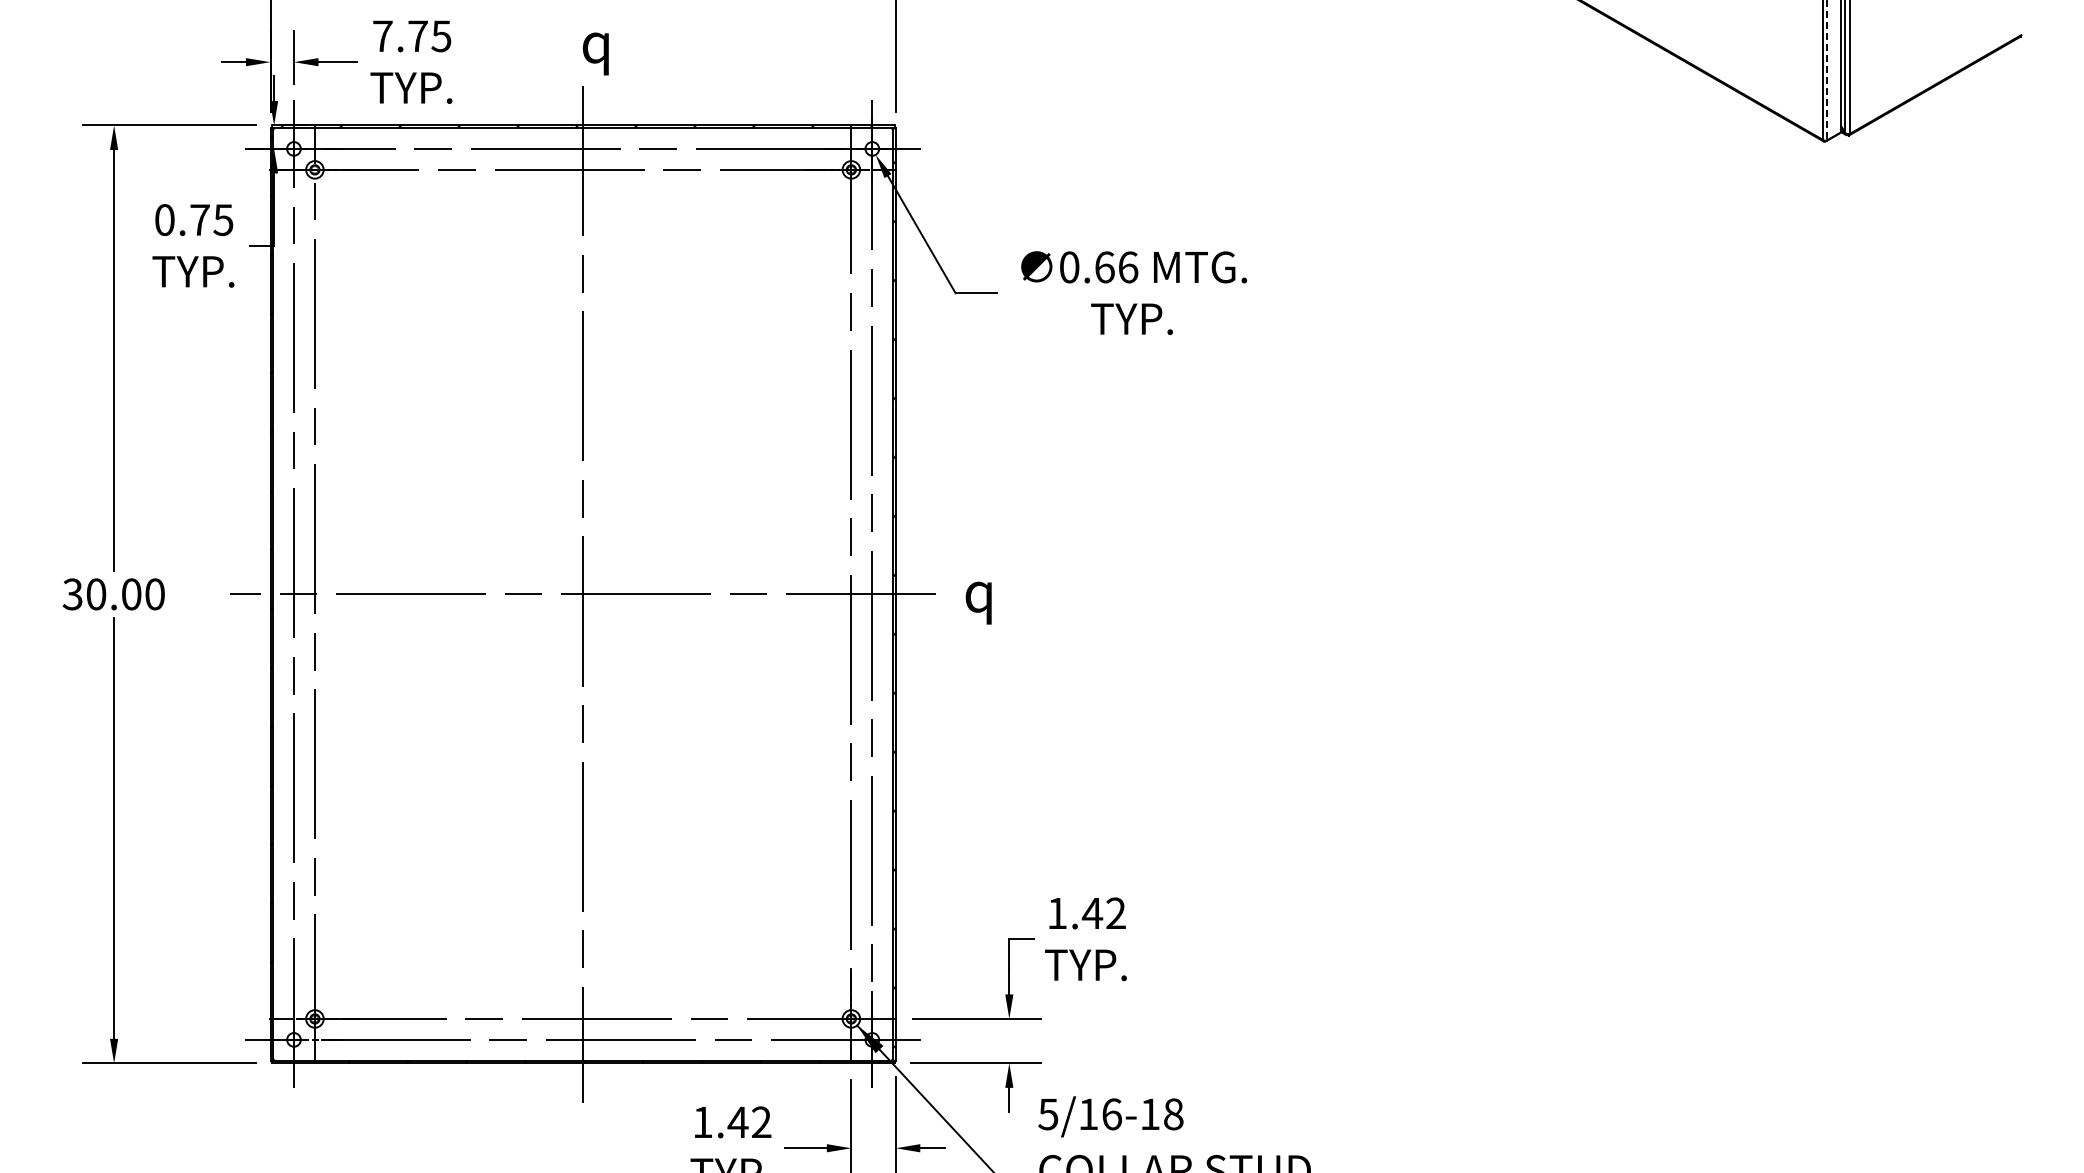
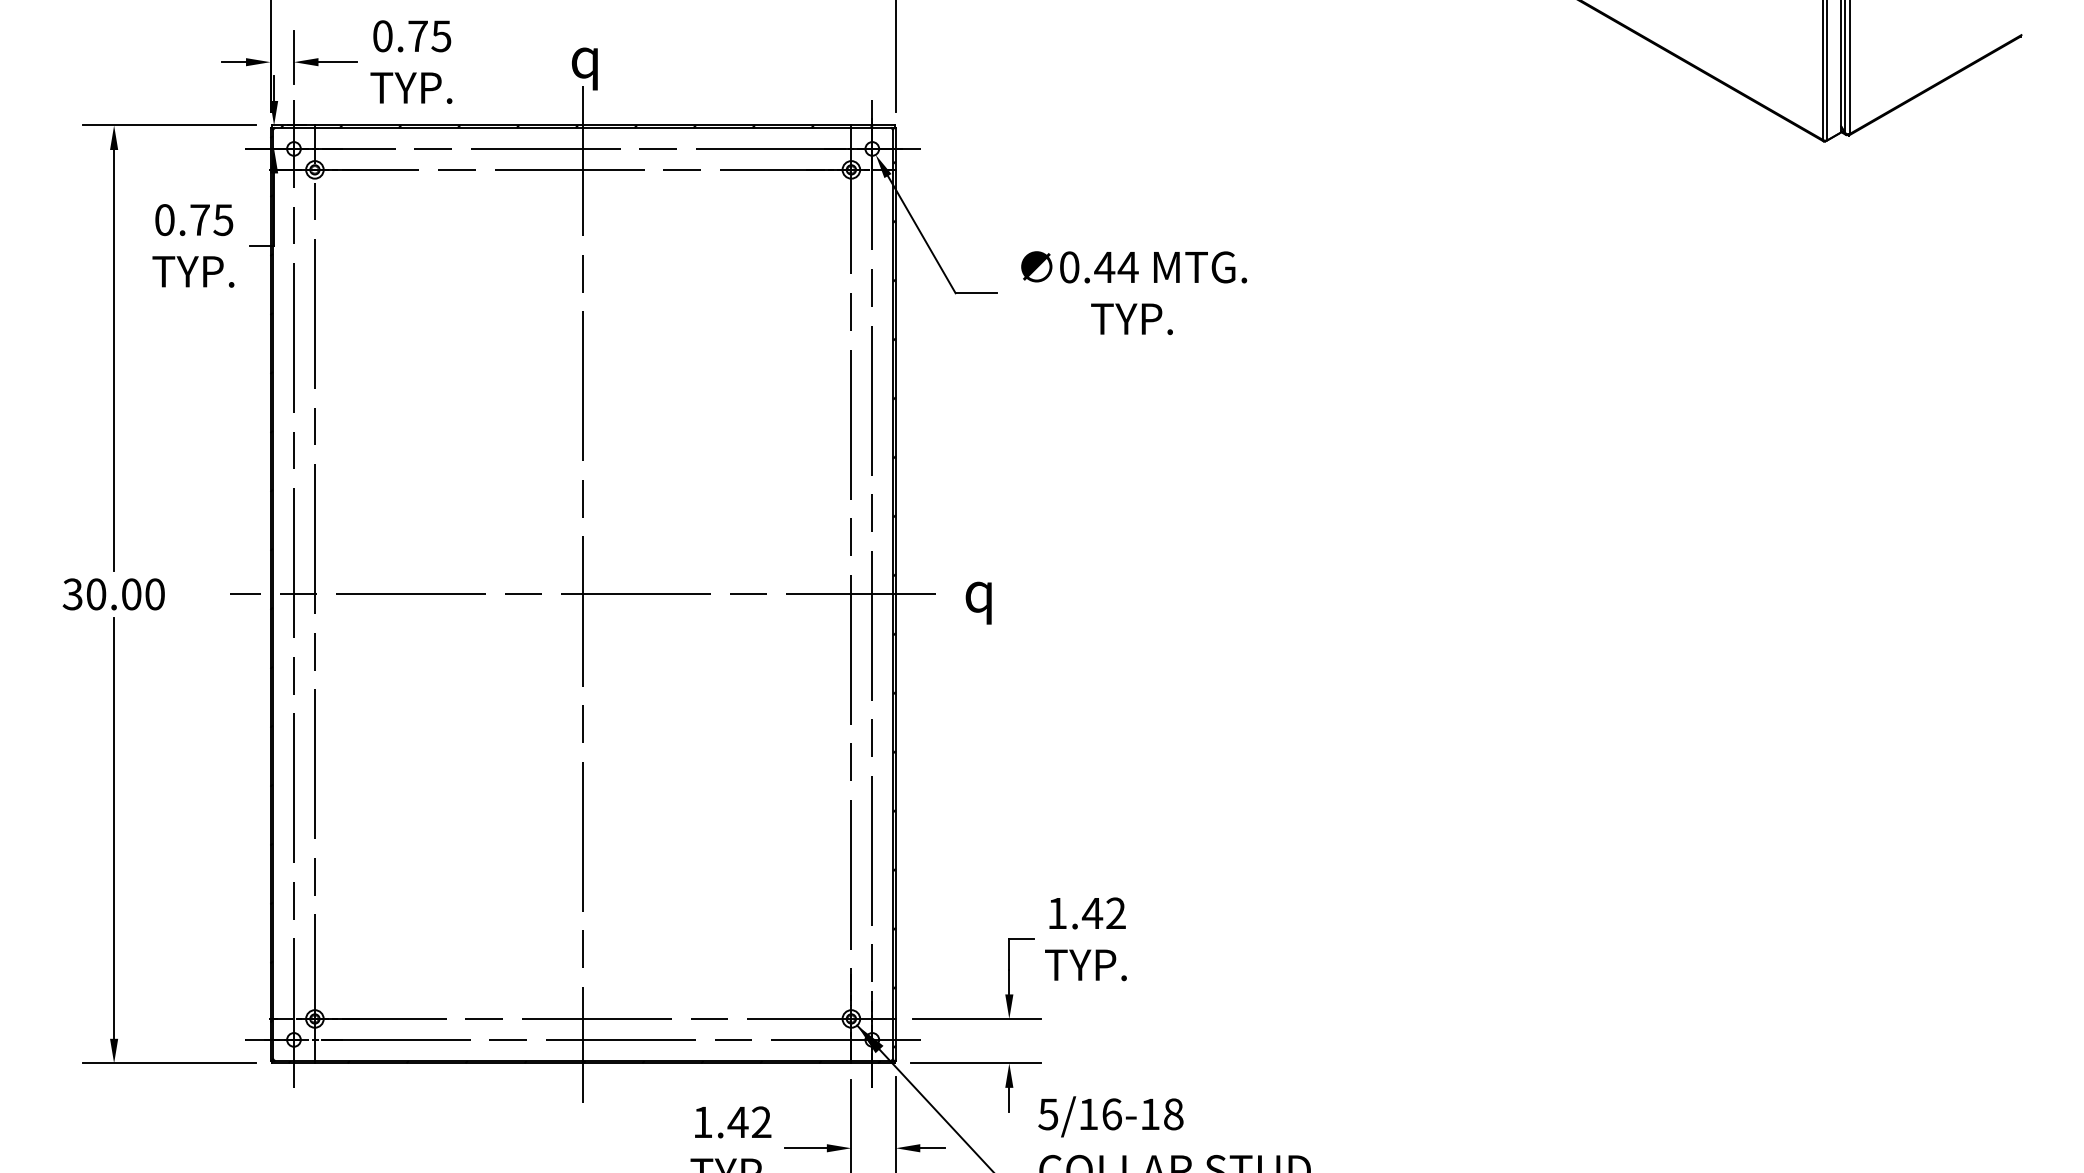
text at (382, 36): 7.75 -> 0.75
text at (595, 53) position: (595, 53) -> (584, 68)
line at (1827, 70): dashed -> solid
text at (1116, 267): 0.66 -> 0.44
